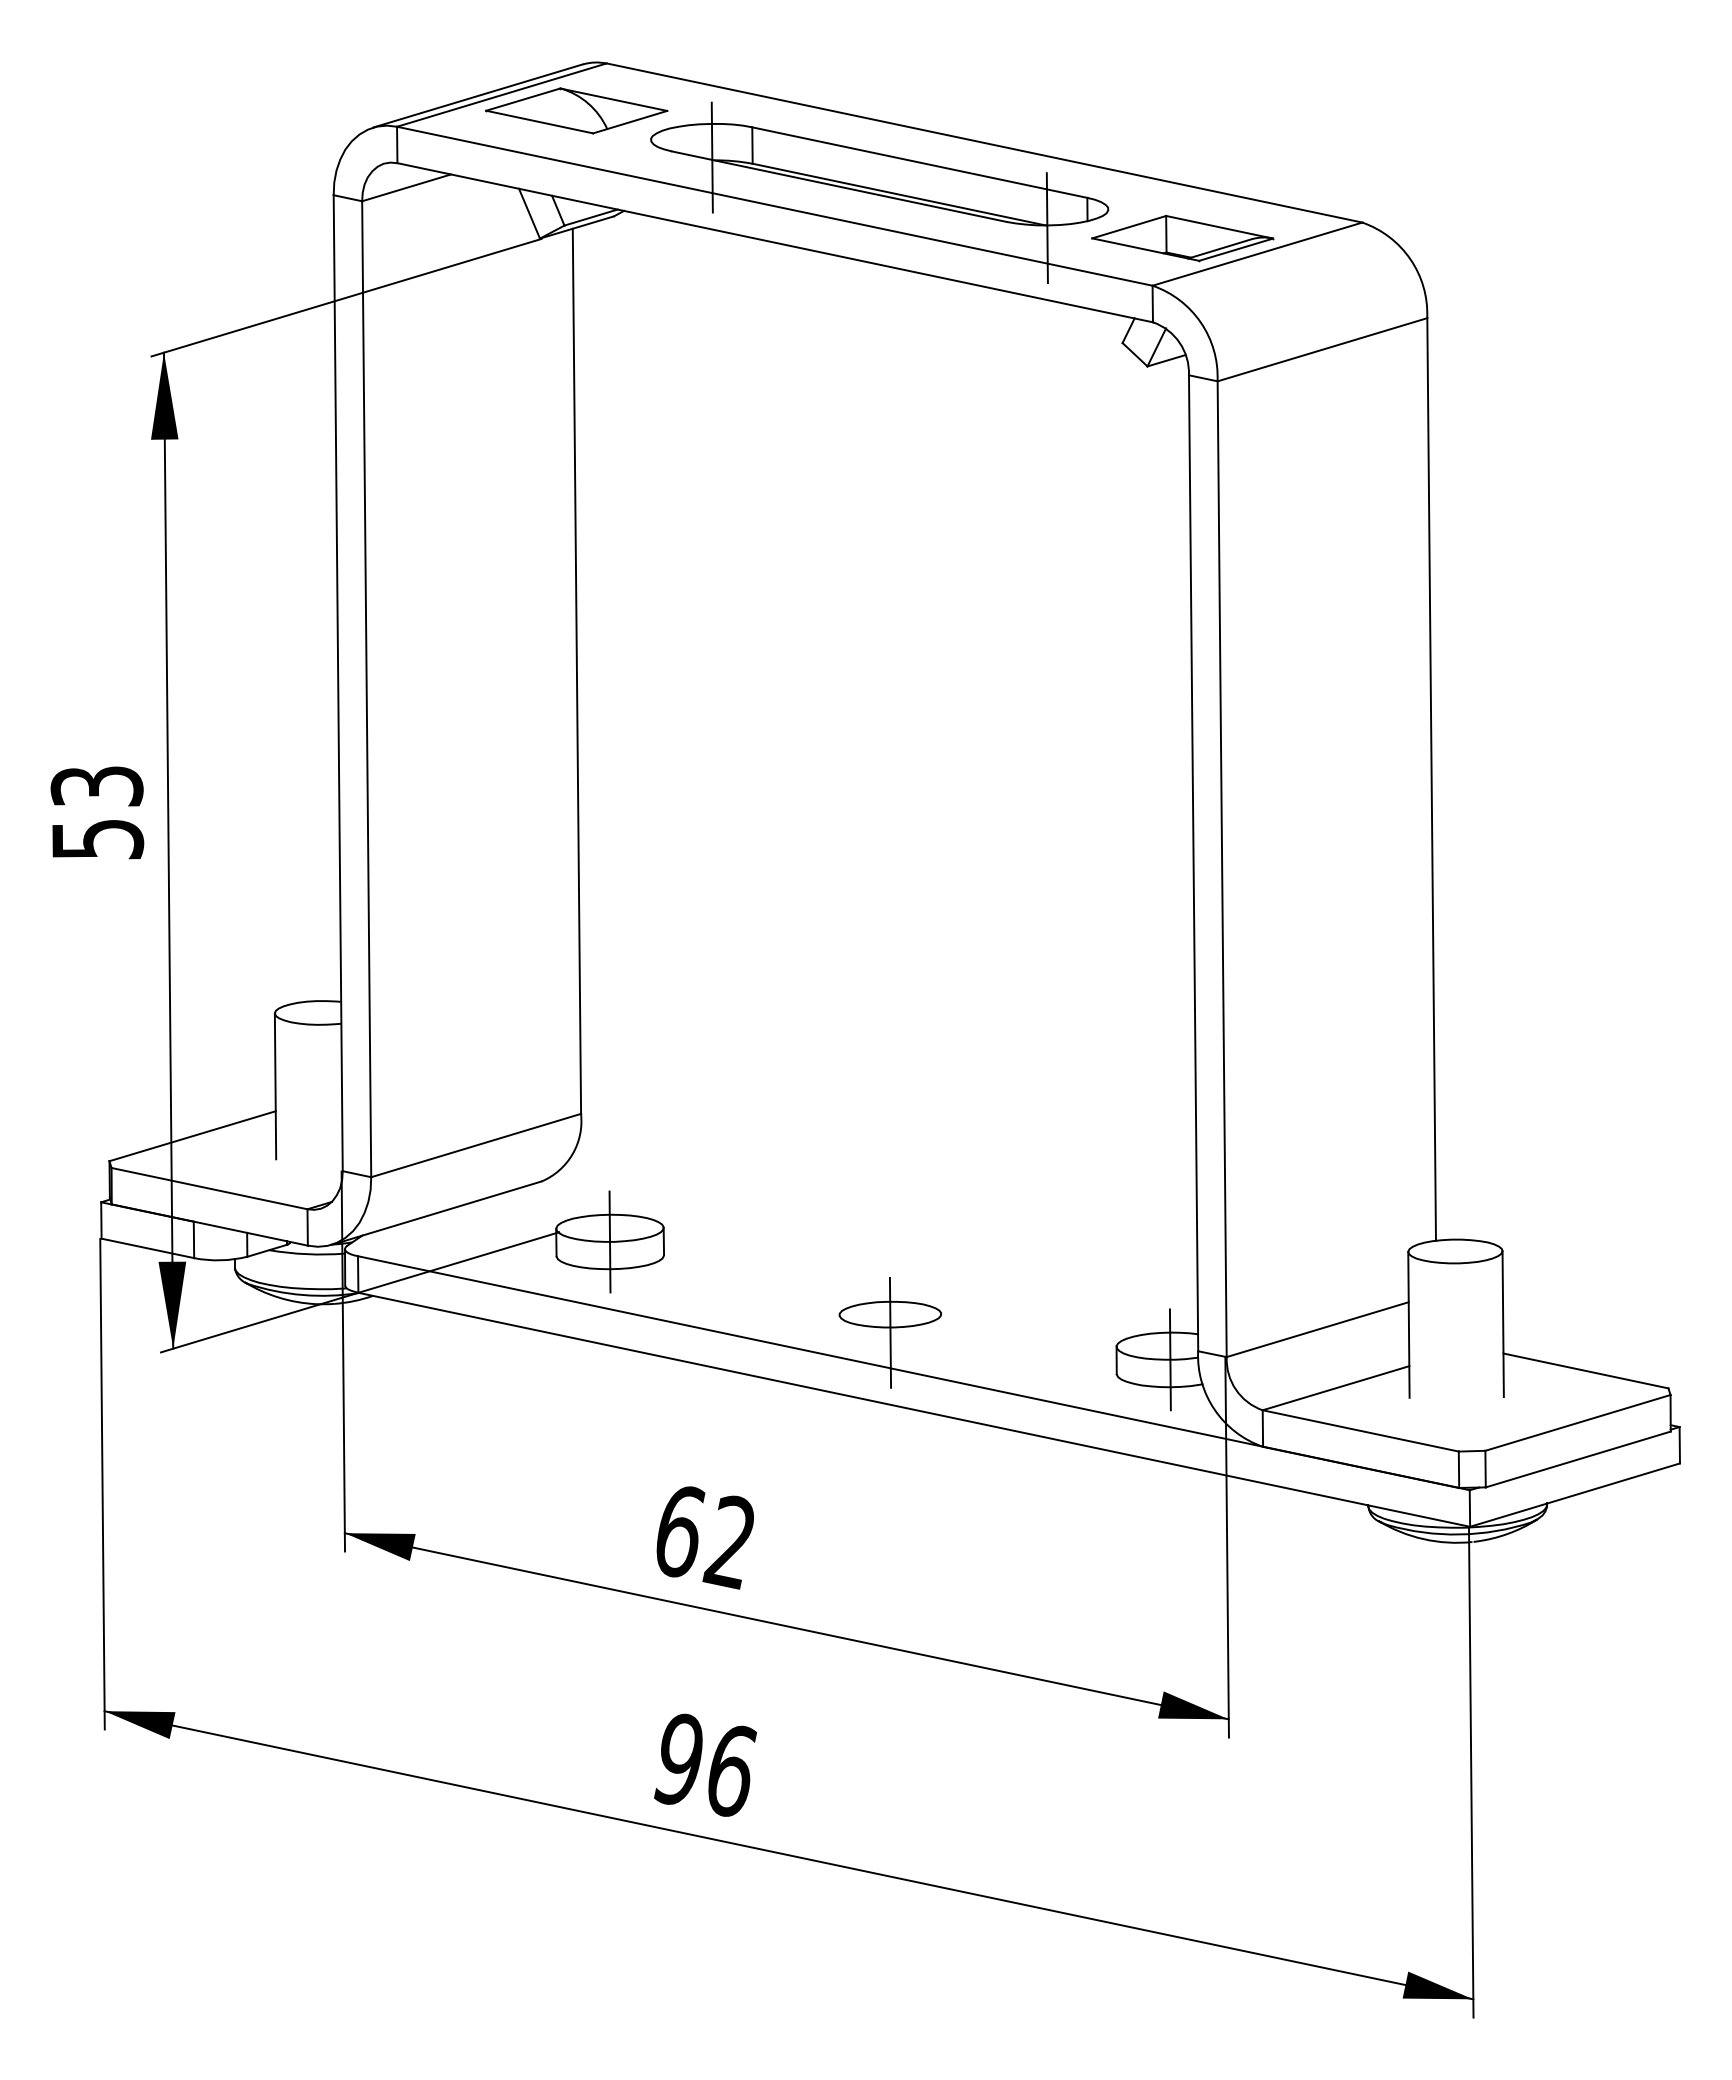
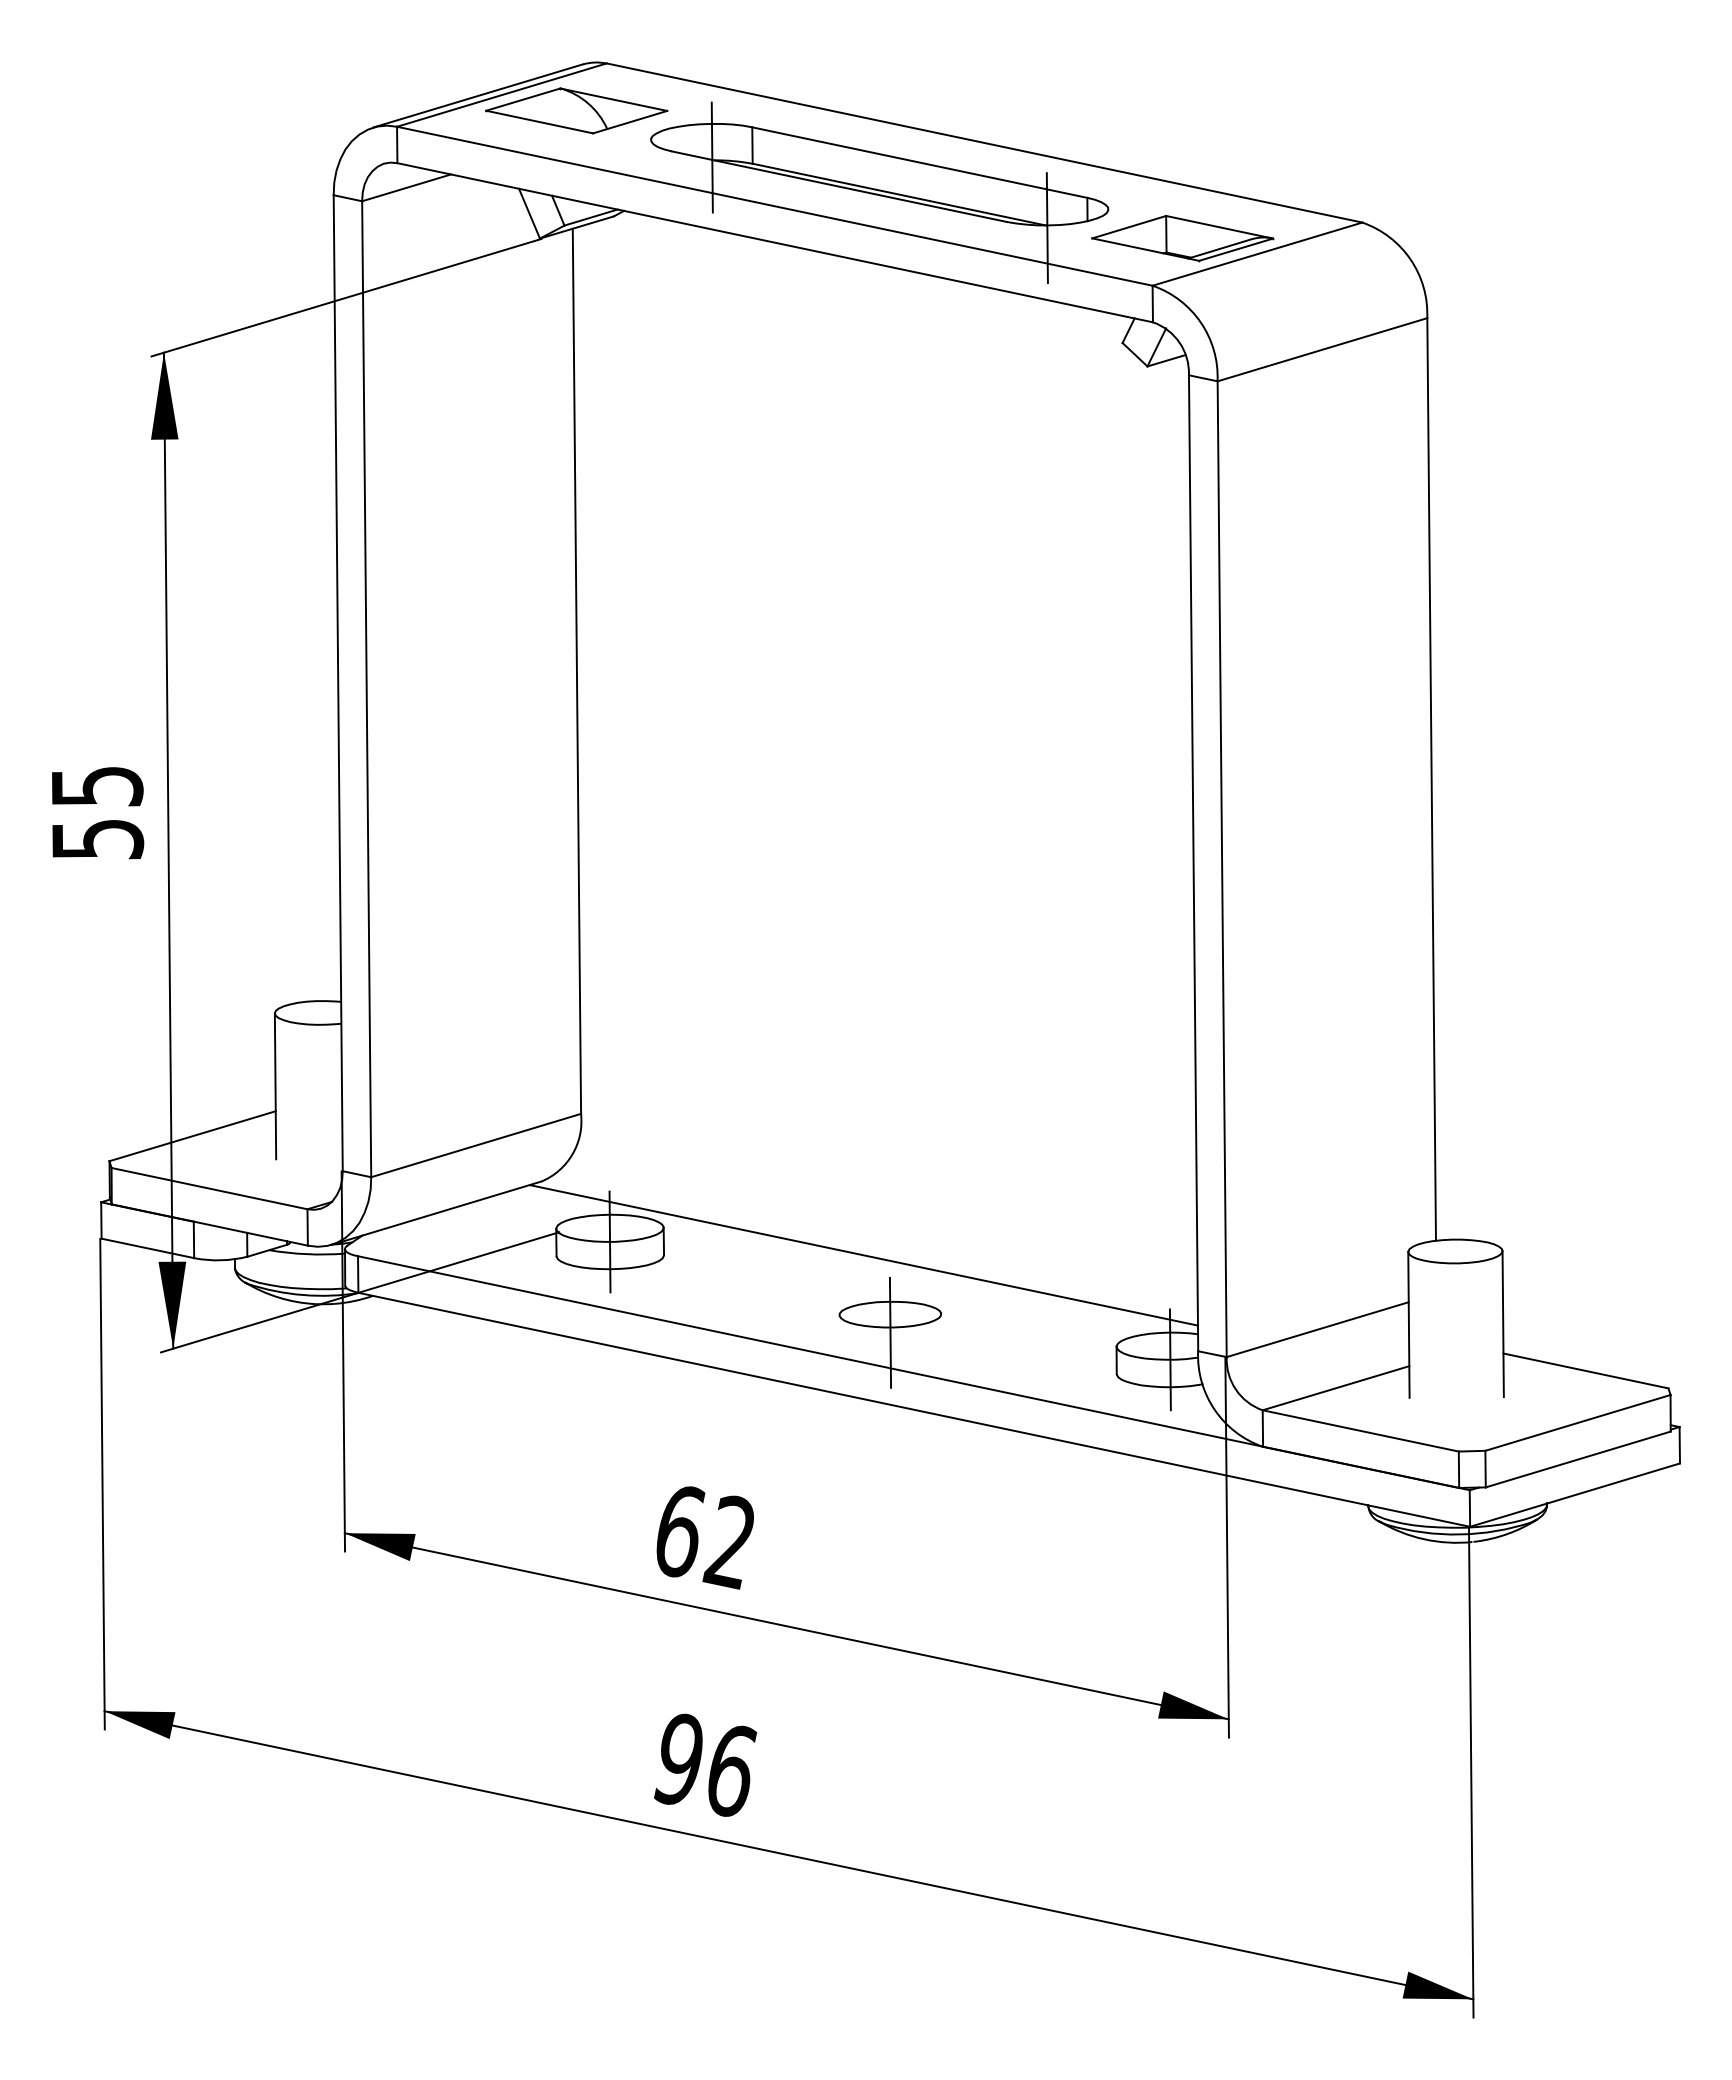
text at (96, 786): 53 -> 55
line at (863, 1255): none -> present
